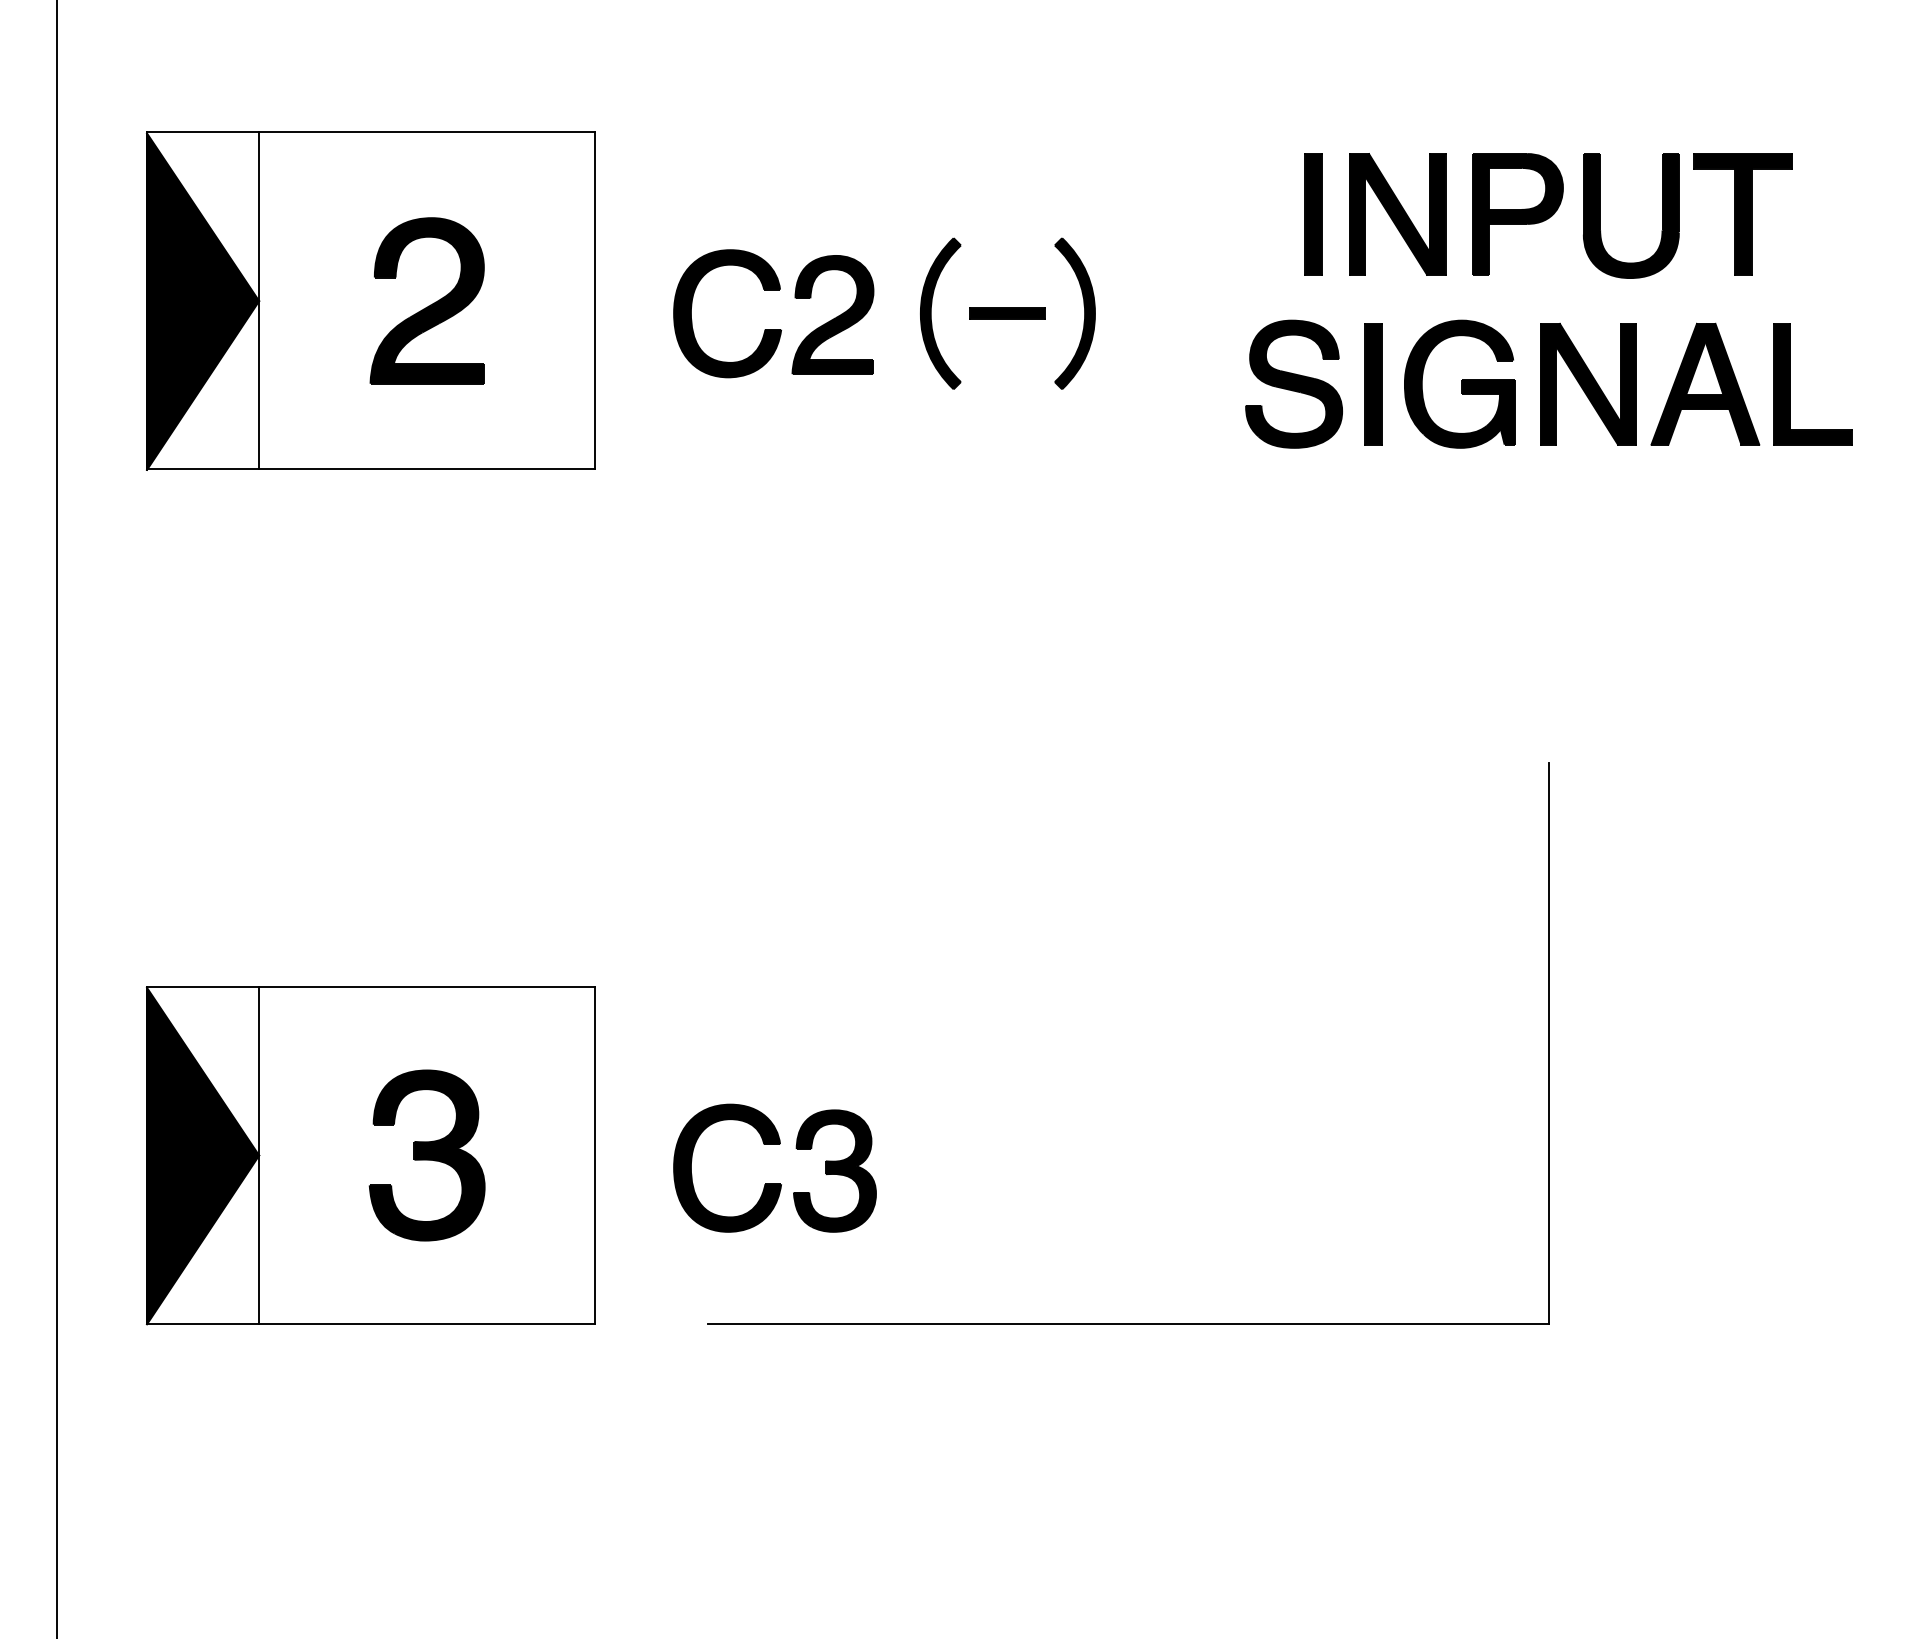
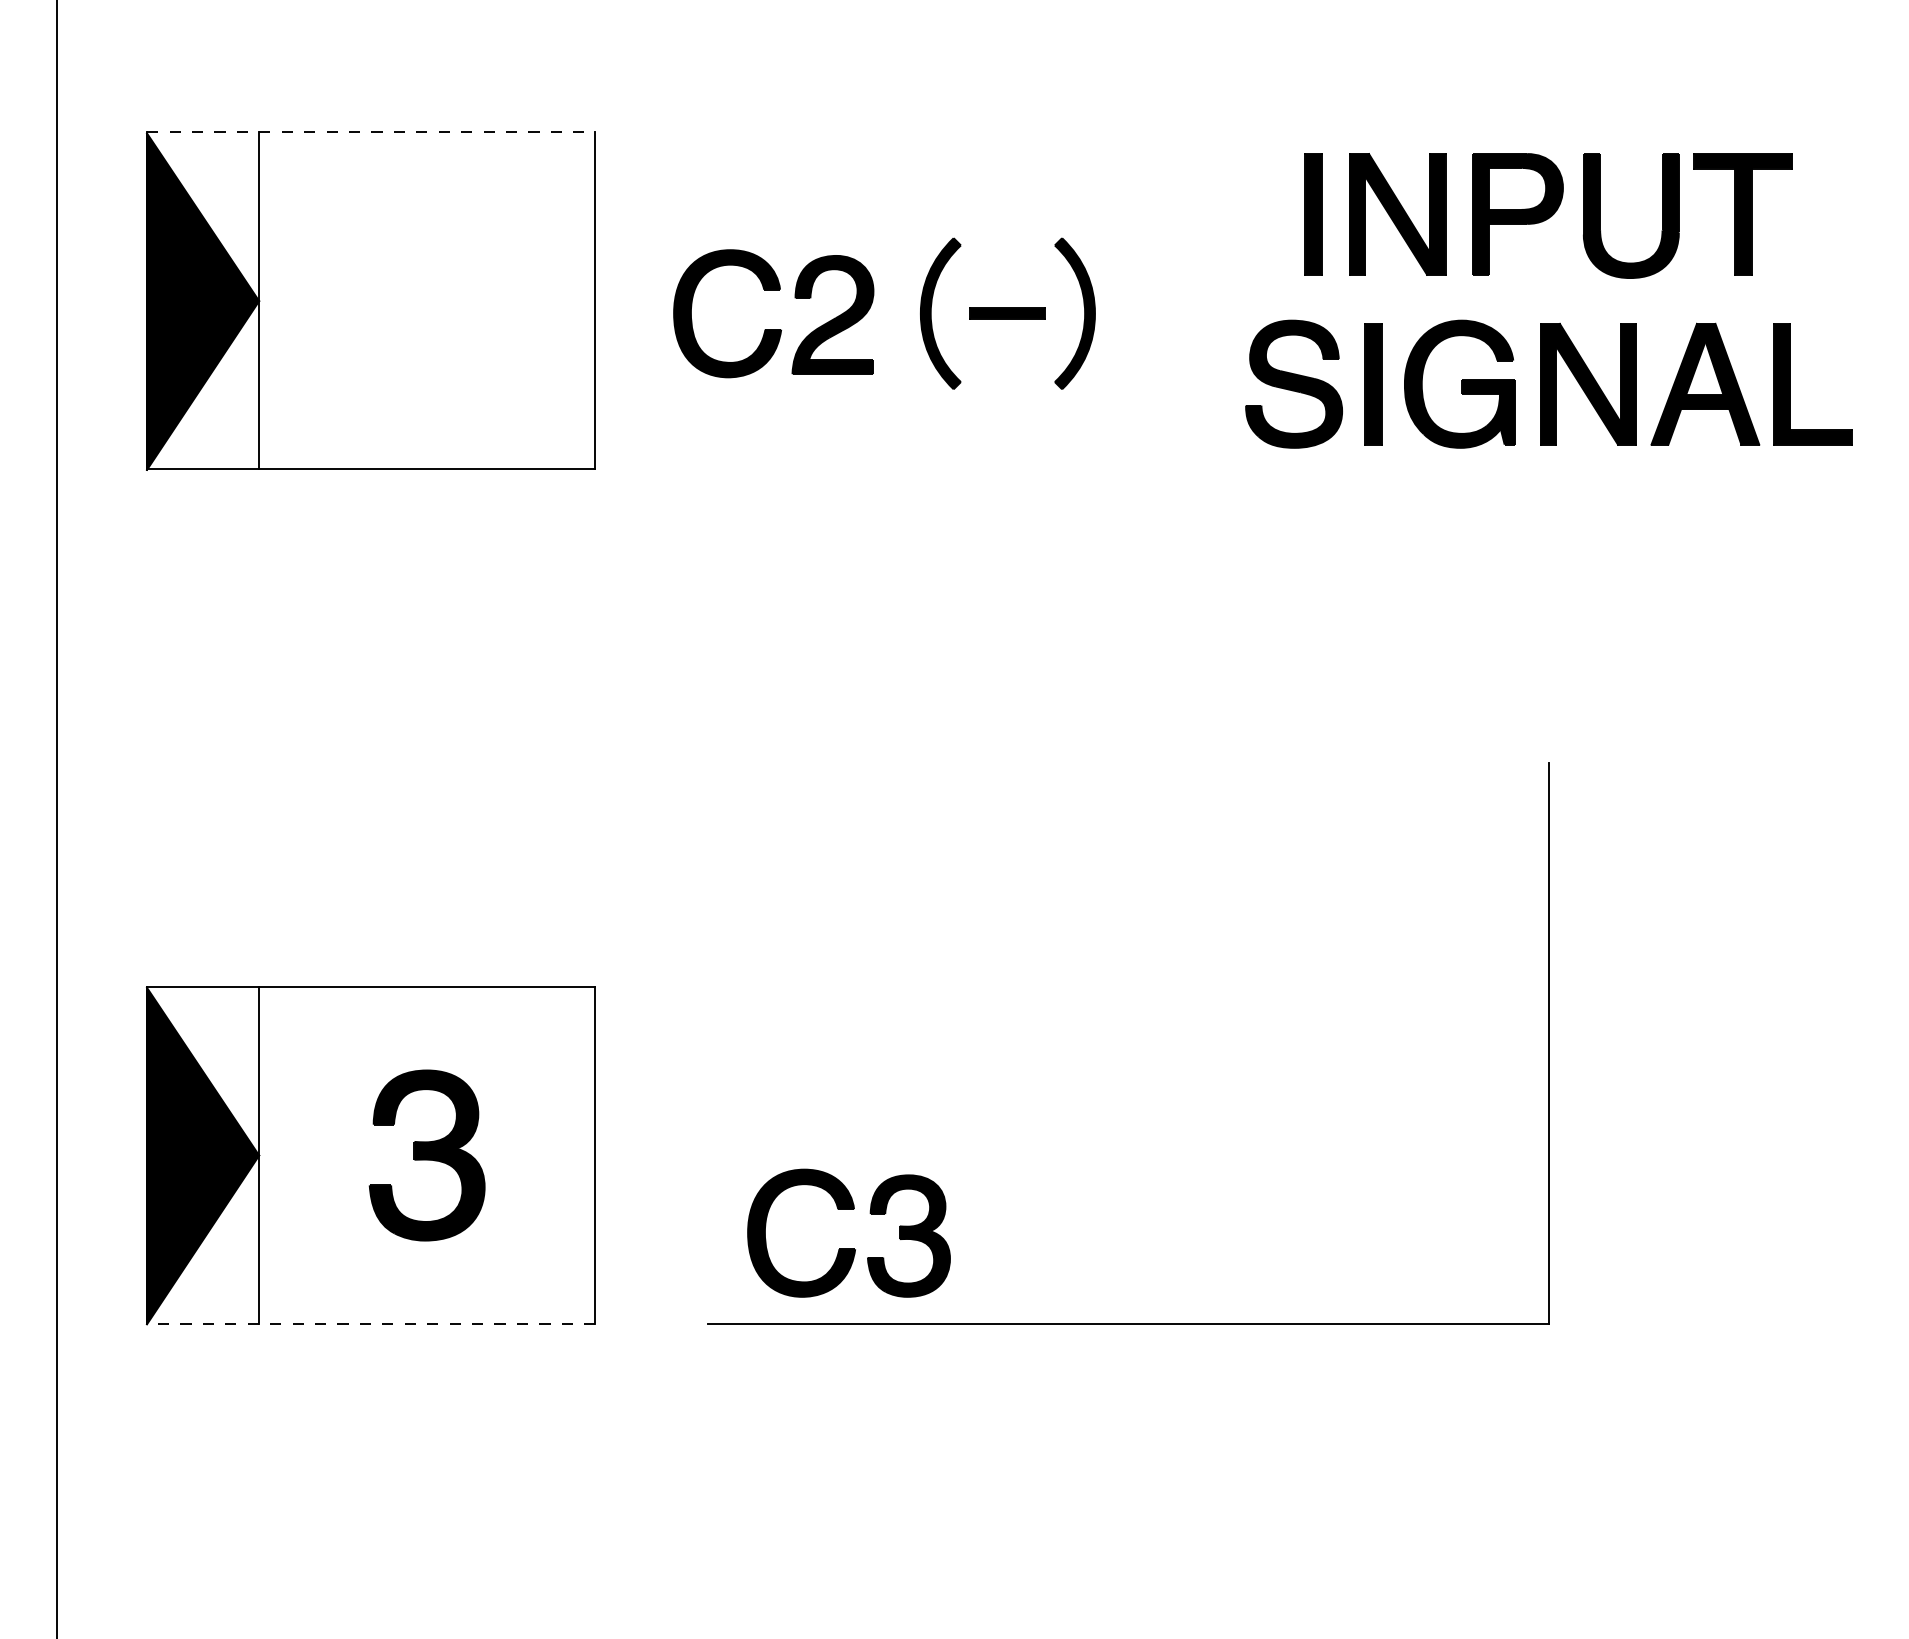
line at (371, 132): solid -> dashed
part at (426, 300): present -> none
part at (774, 1183) position: (774, 1183) -> (848, 1248)
line at (370, 1323): solid -> dashed
